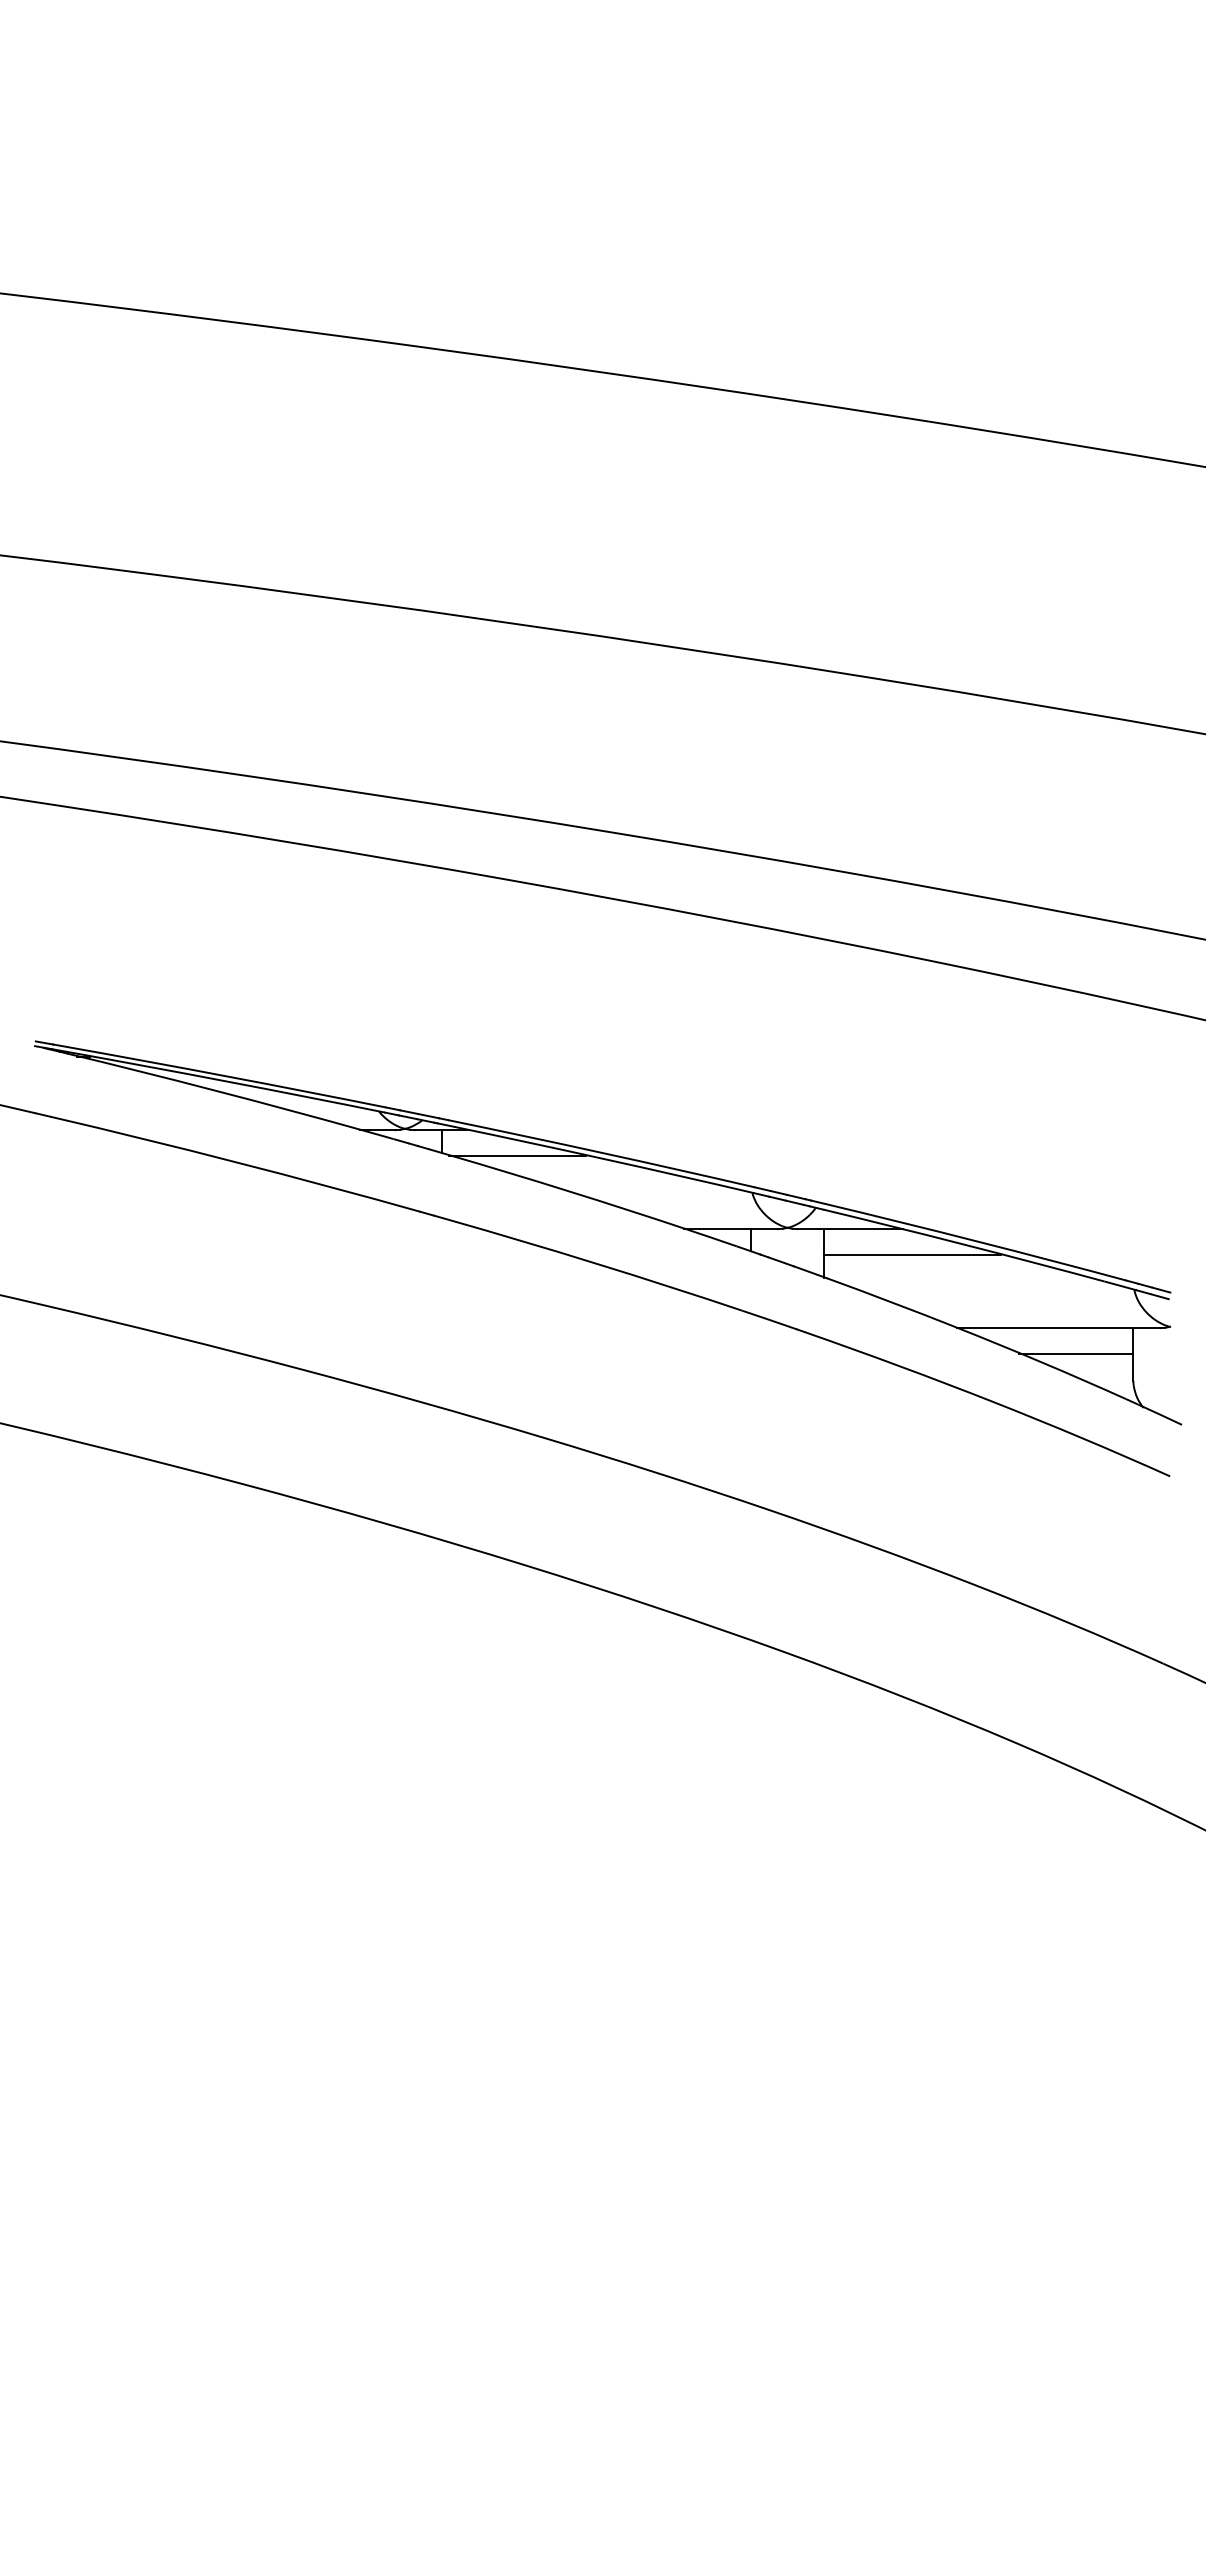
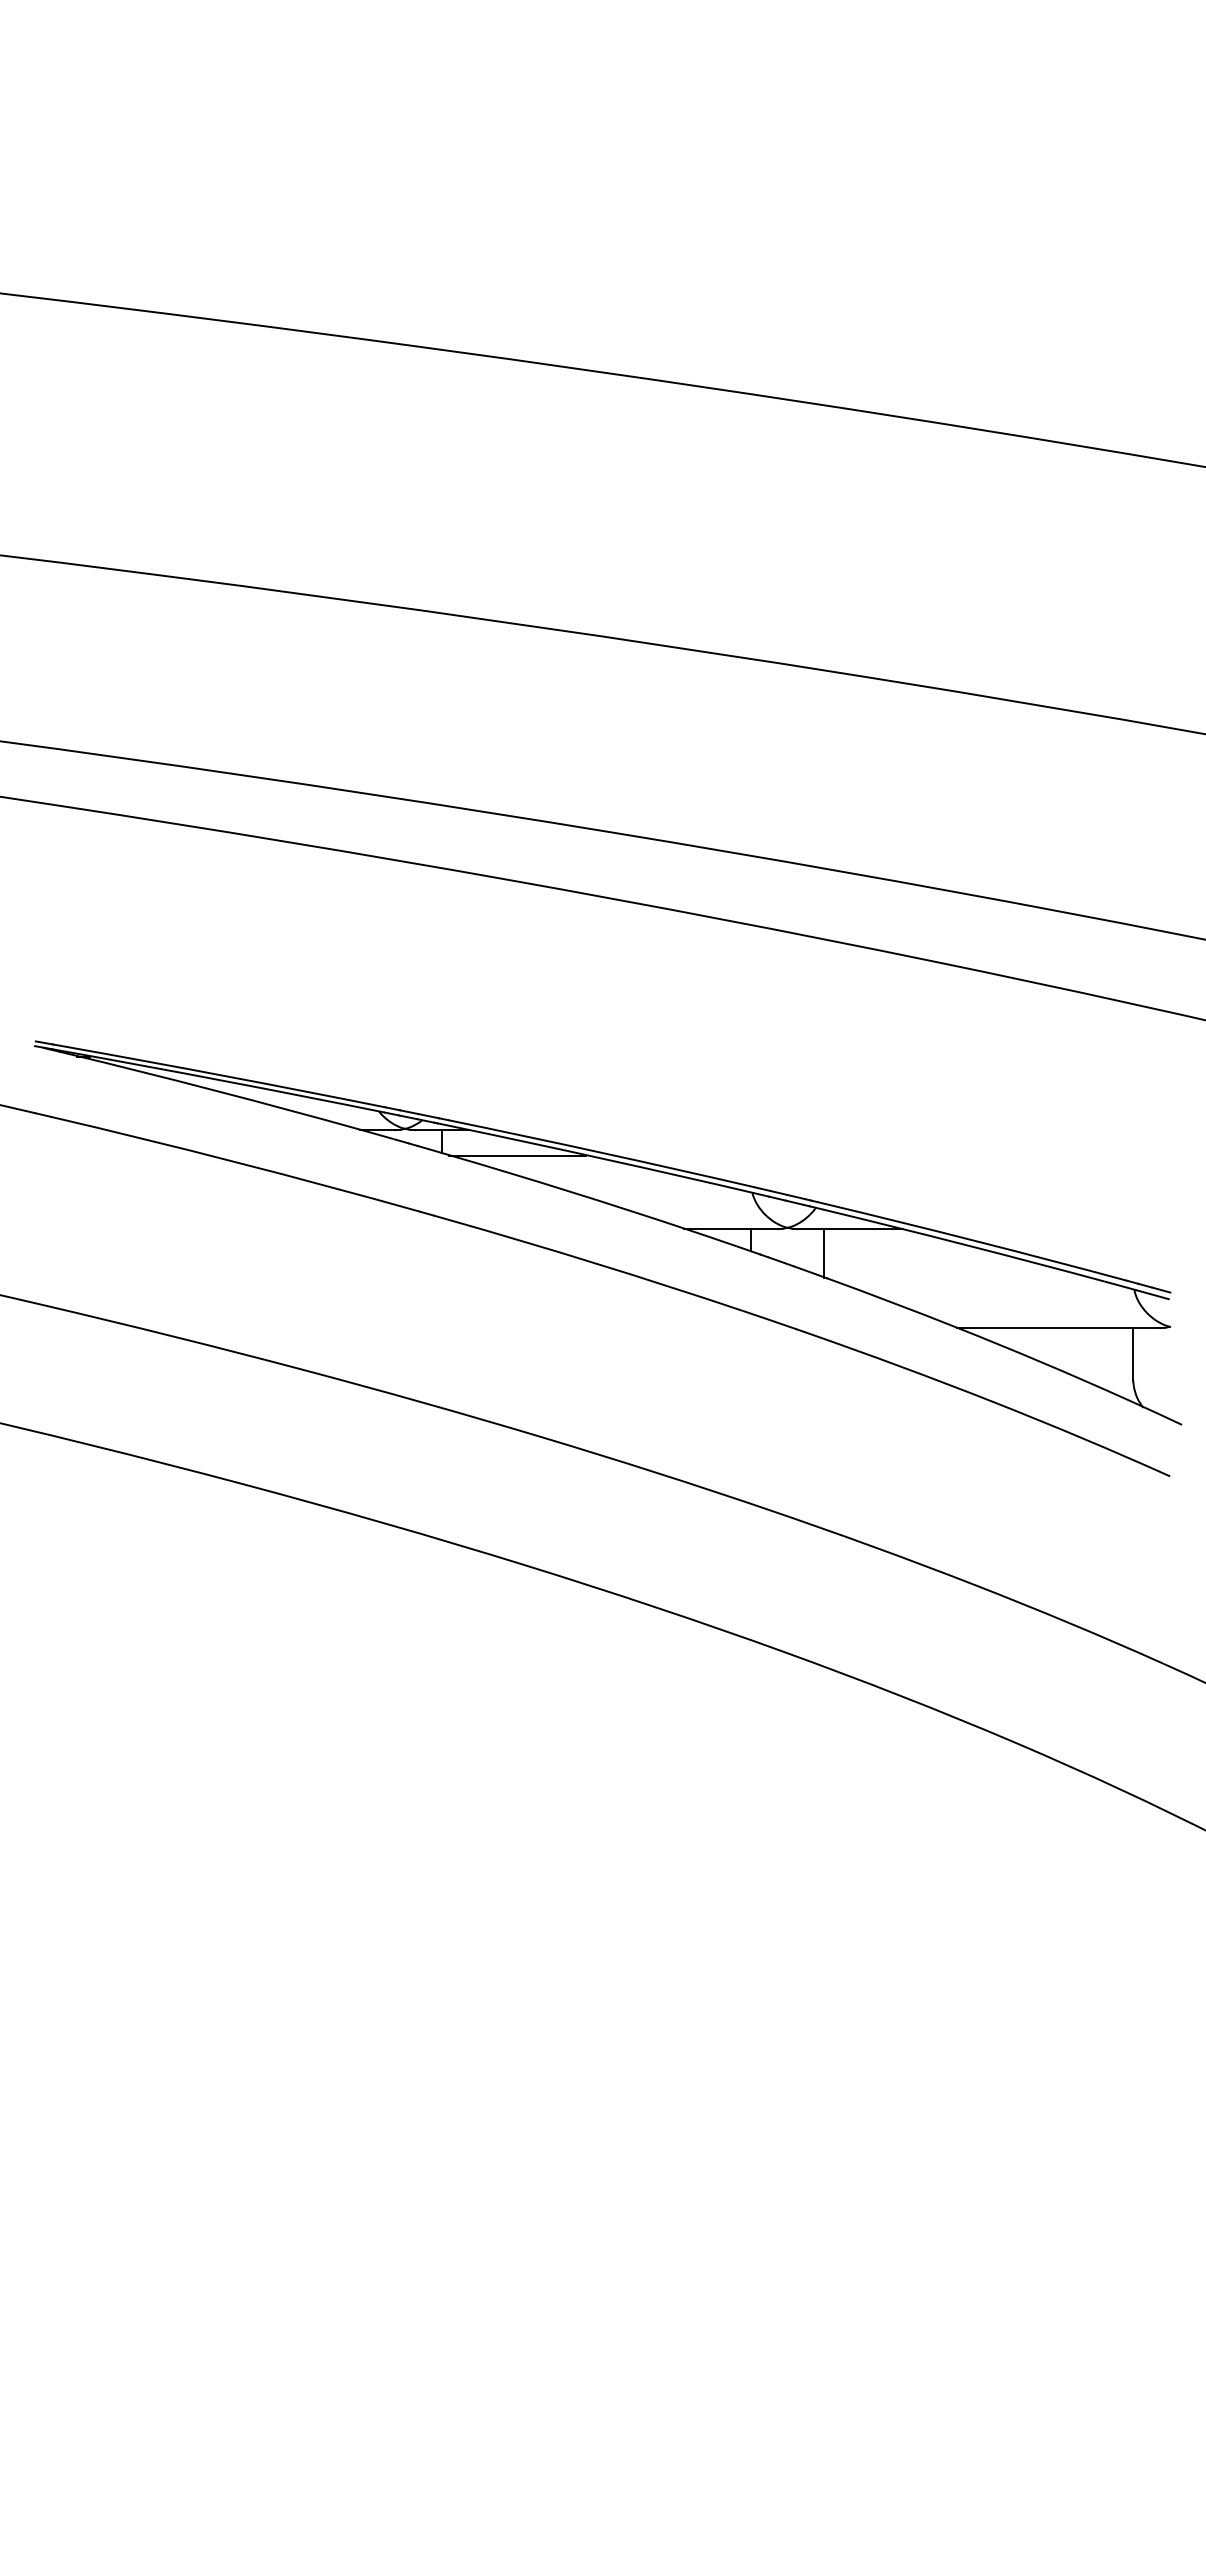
line at (912, 1254): present -> none
line at (1075, 1353): present -> none
